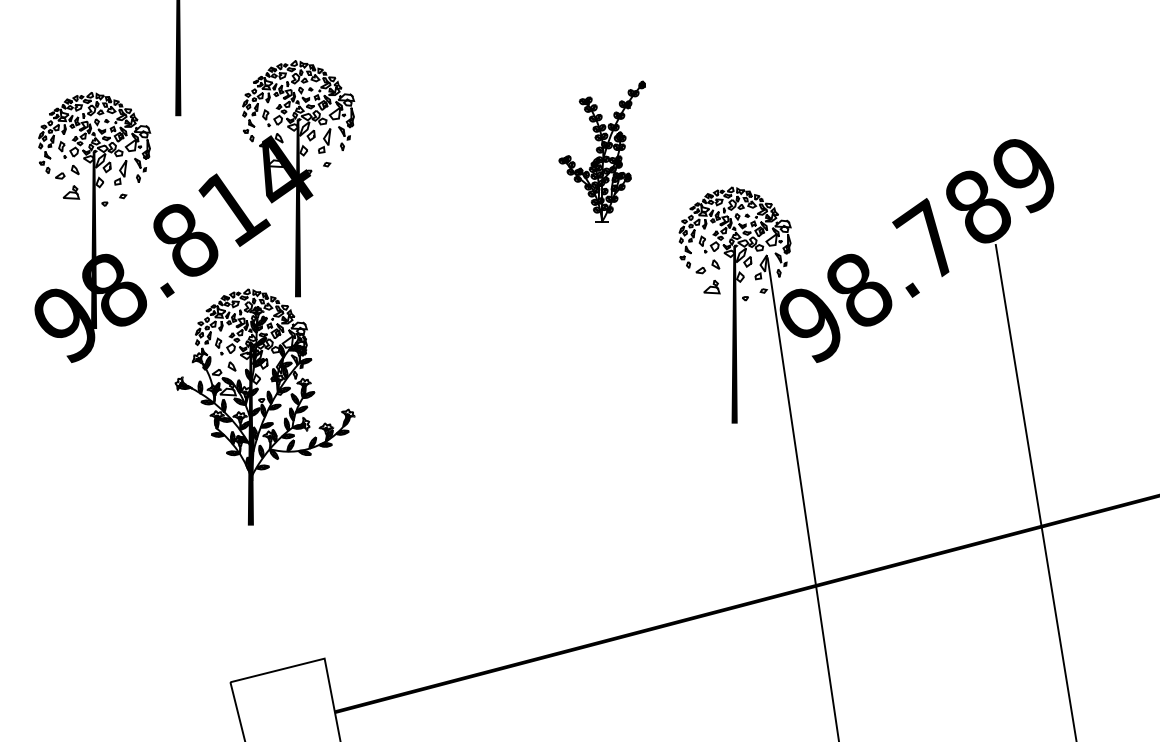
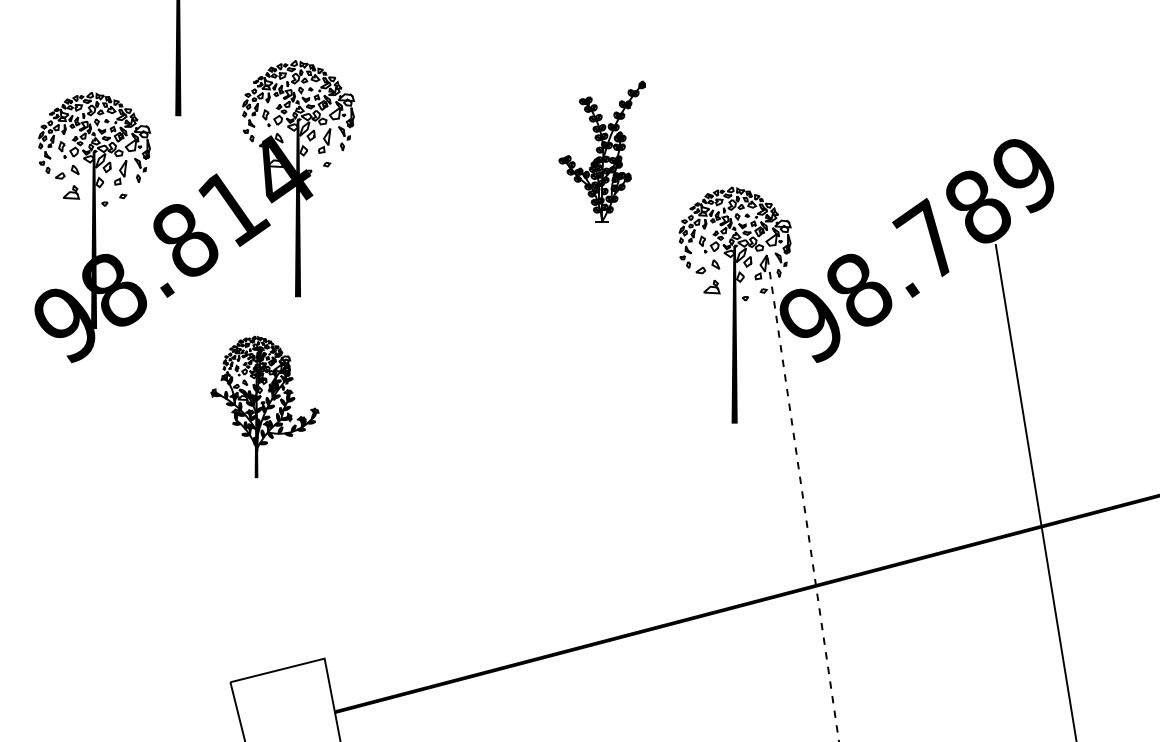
part at (264, 406) size: 182x238 px -> 110x144 px
line at (803, 499): solid -> dashed
